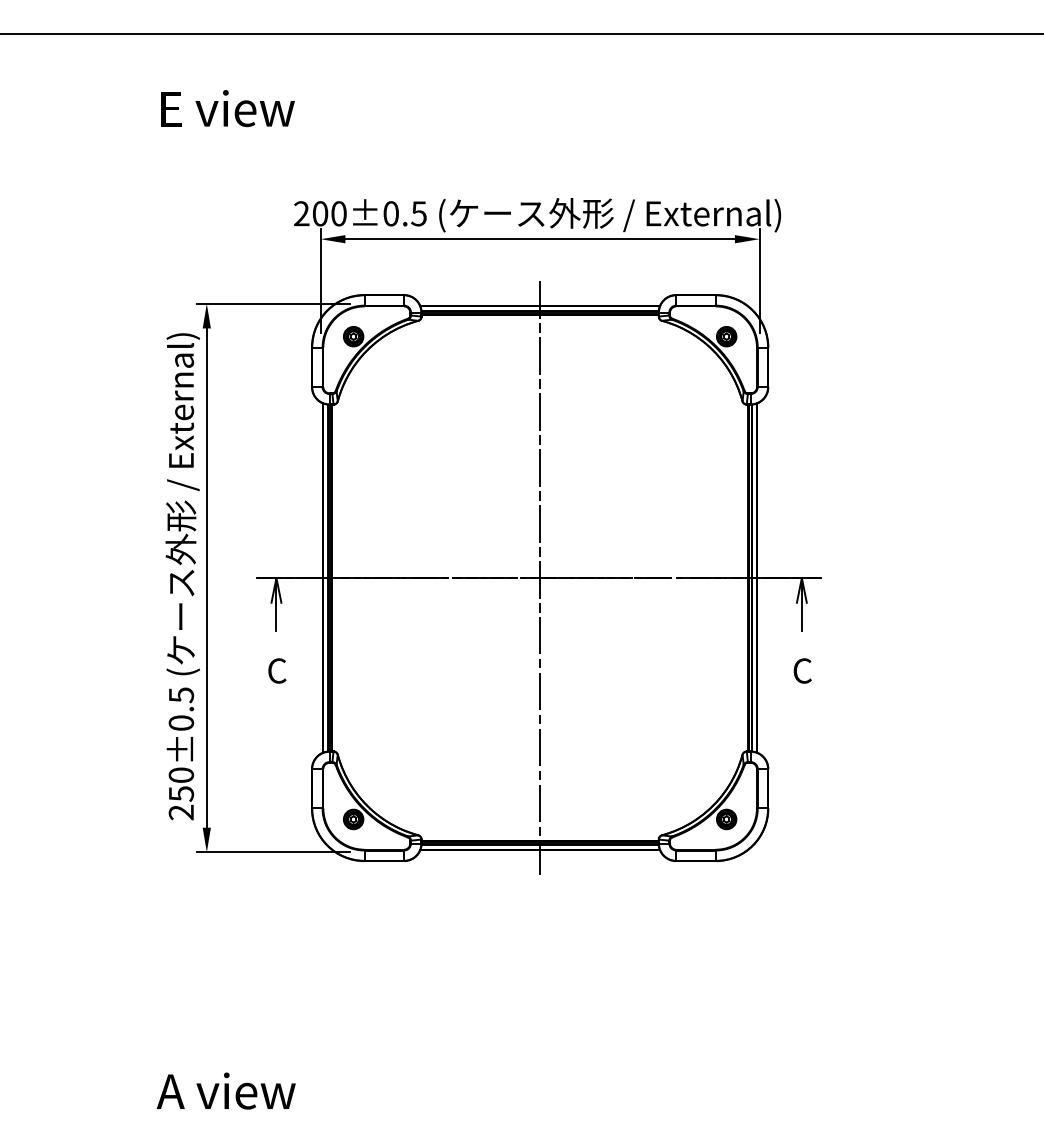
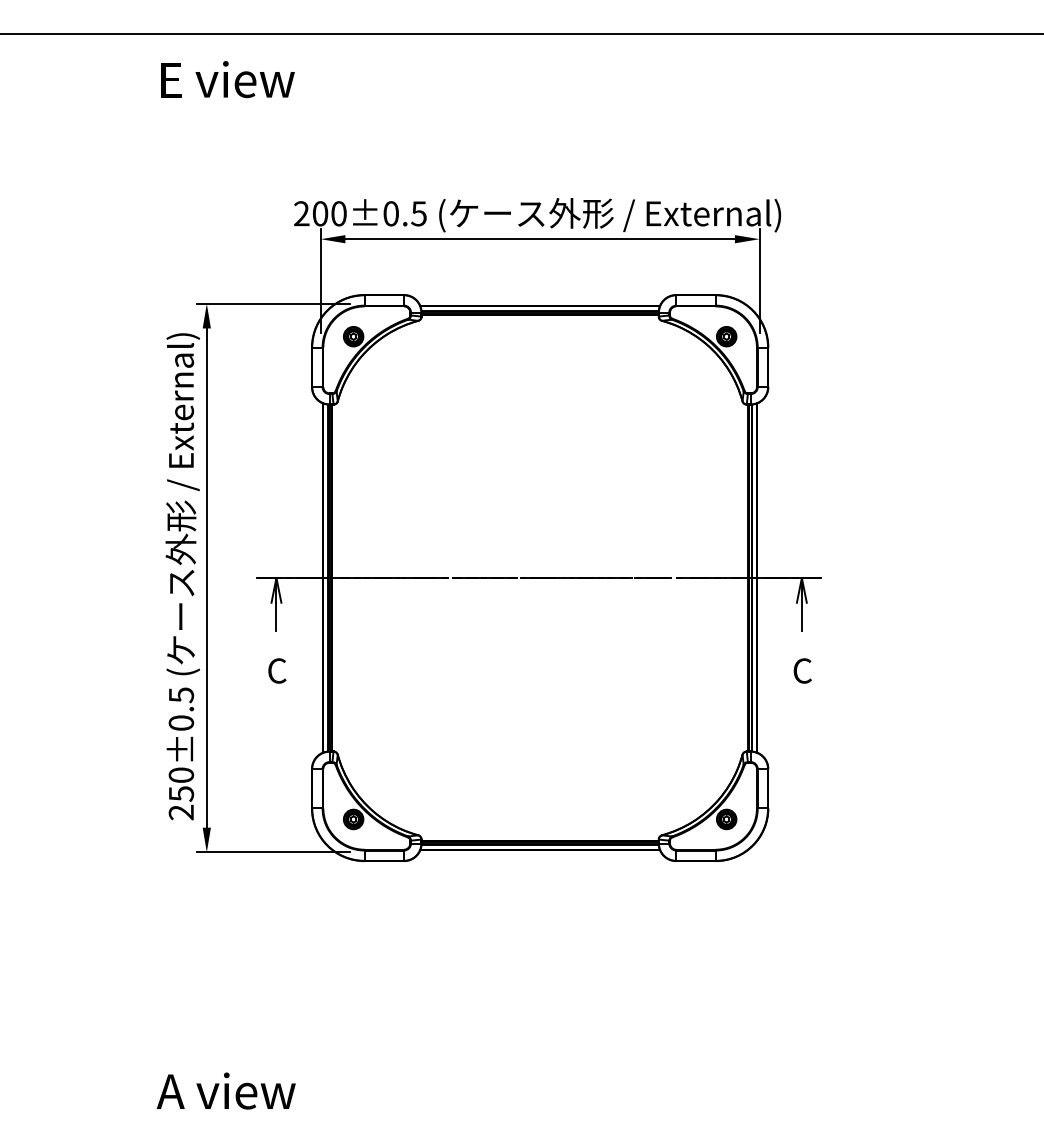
text at (227, 108) position: (227, 108) -> (227, 79)
line at (540, 577): present -> none
